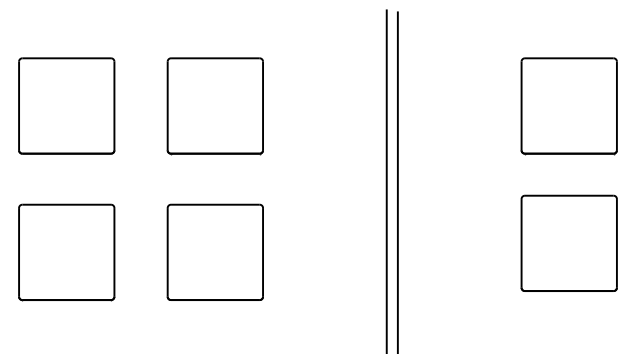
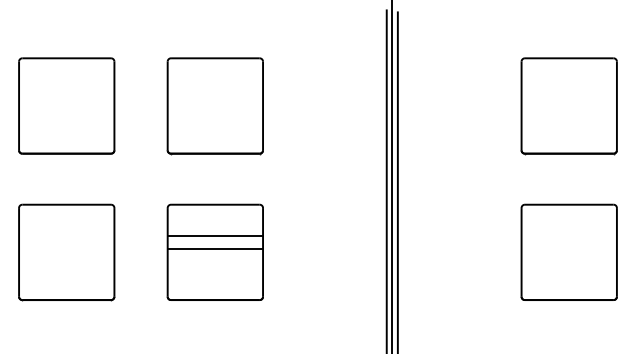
line at (392, 176): none -> present
line at (215, 236): none -> present
part at (568, 242) position: (568, 242) -> (568, 251)
line at (215, 249): none -> present
